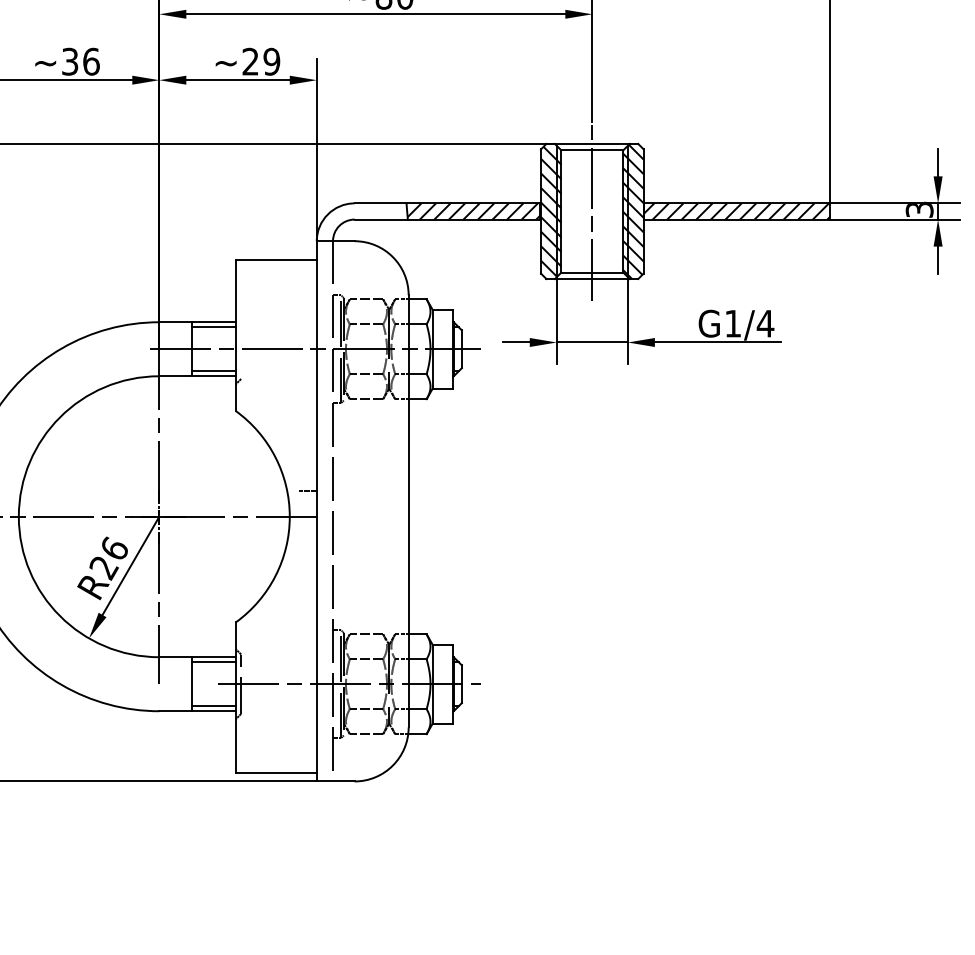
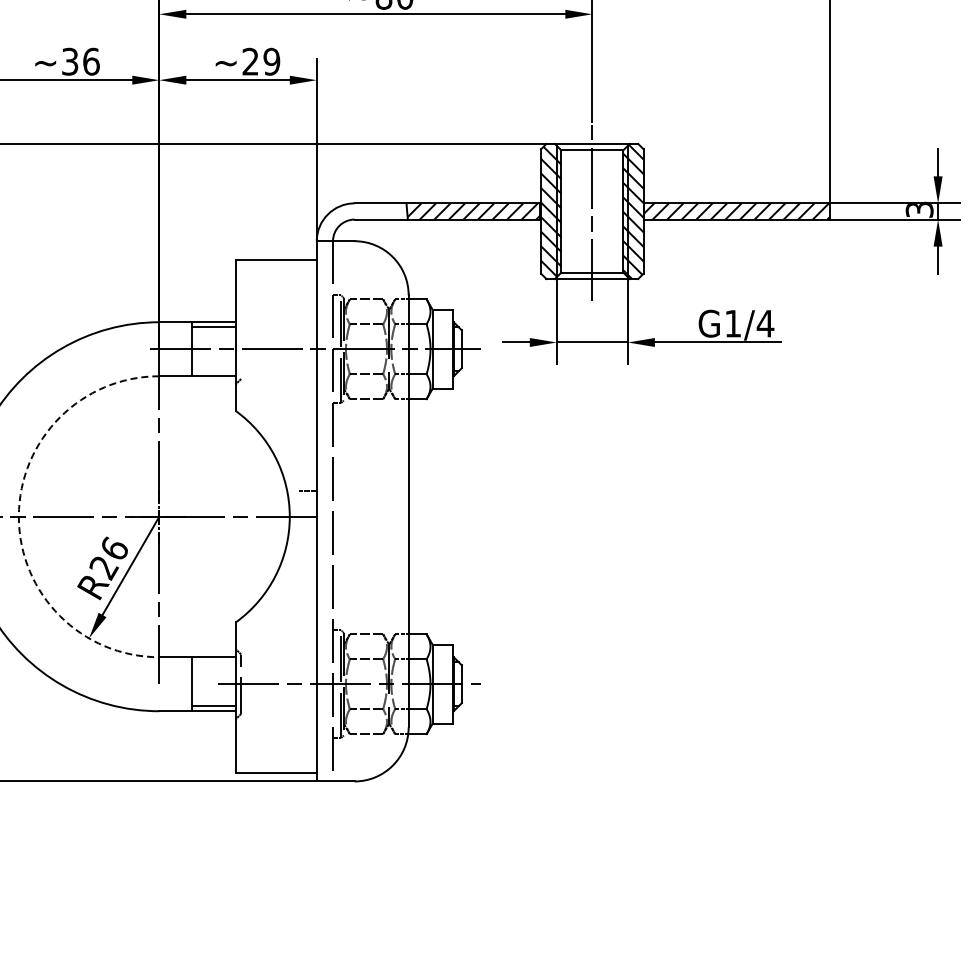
line at (213, 371): present -> none
arc at (18, 516): solid -> dashed
line at (213, 662): present -> none
